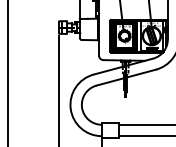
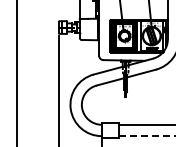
line at (7, 72) position: (7, 72) -> (16, 72)
line at (147, 136): solid -> dashed
